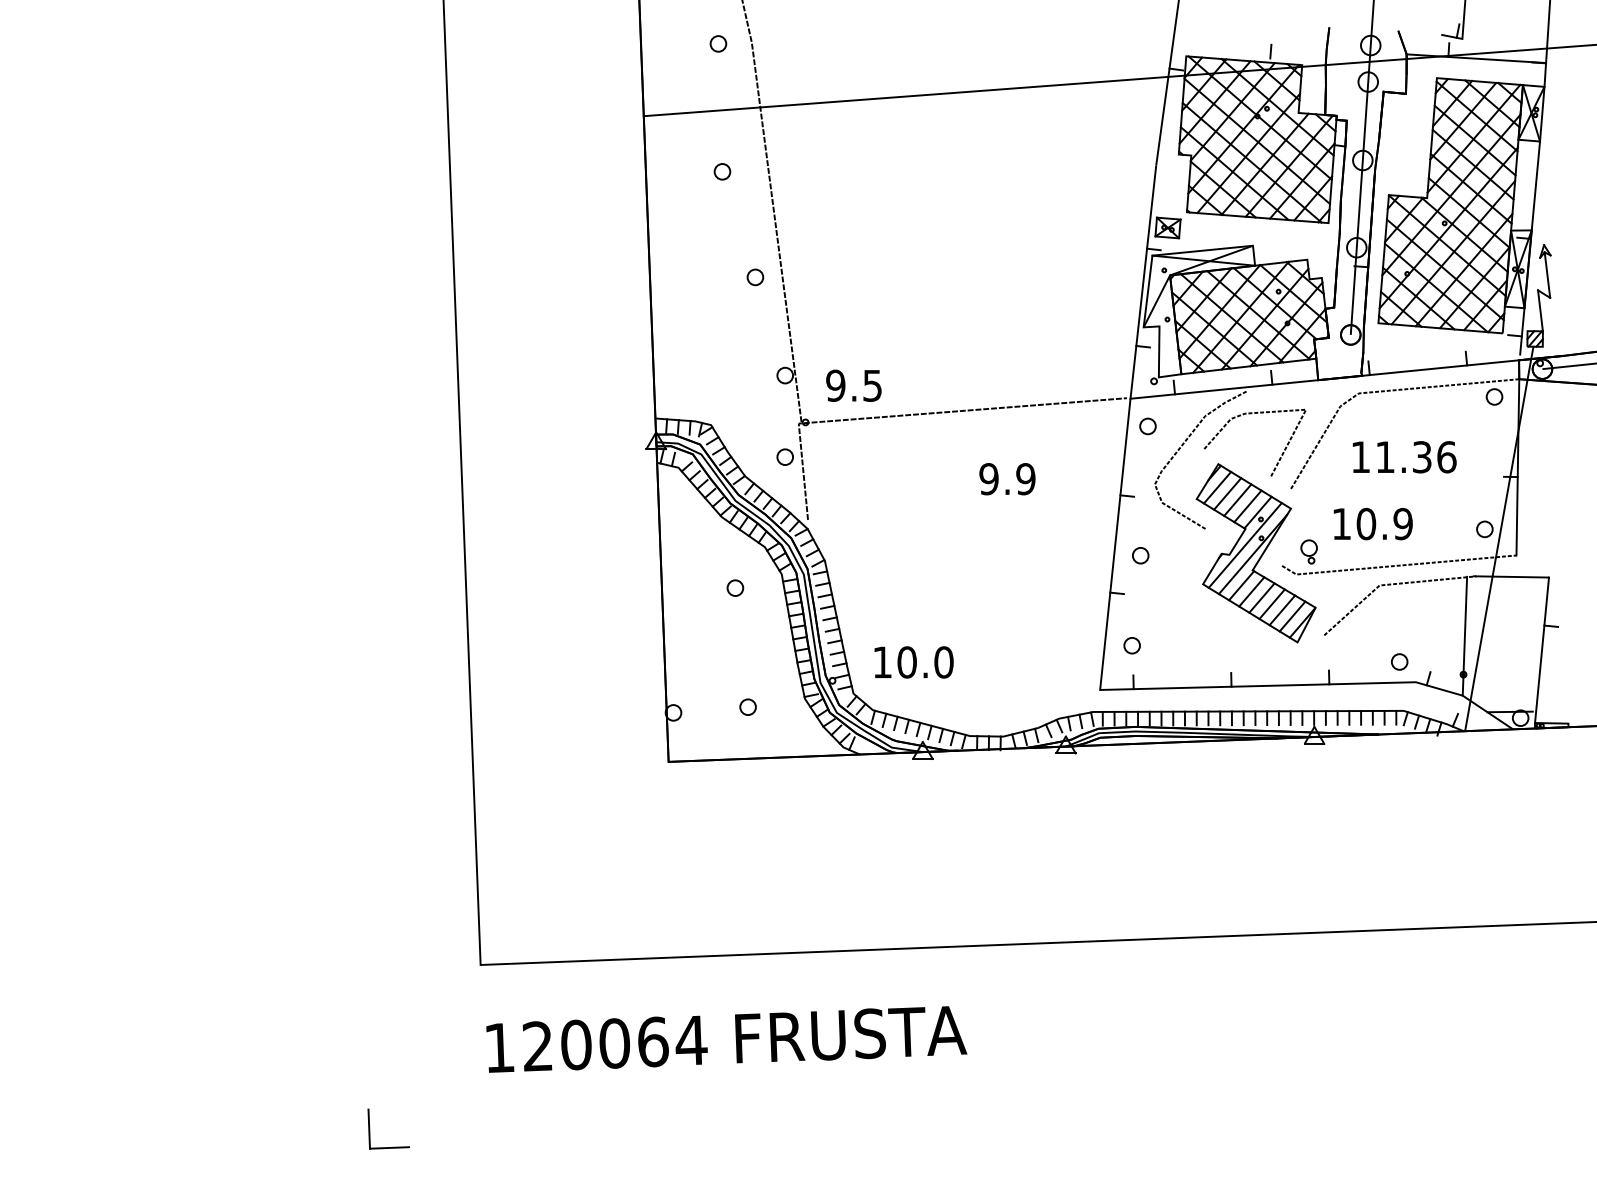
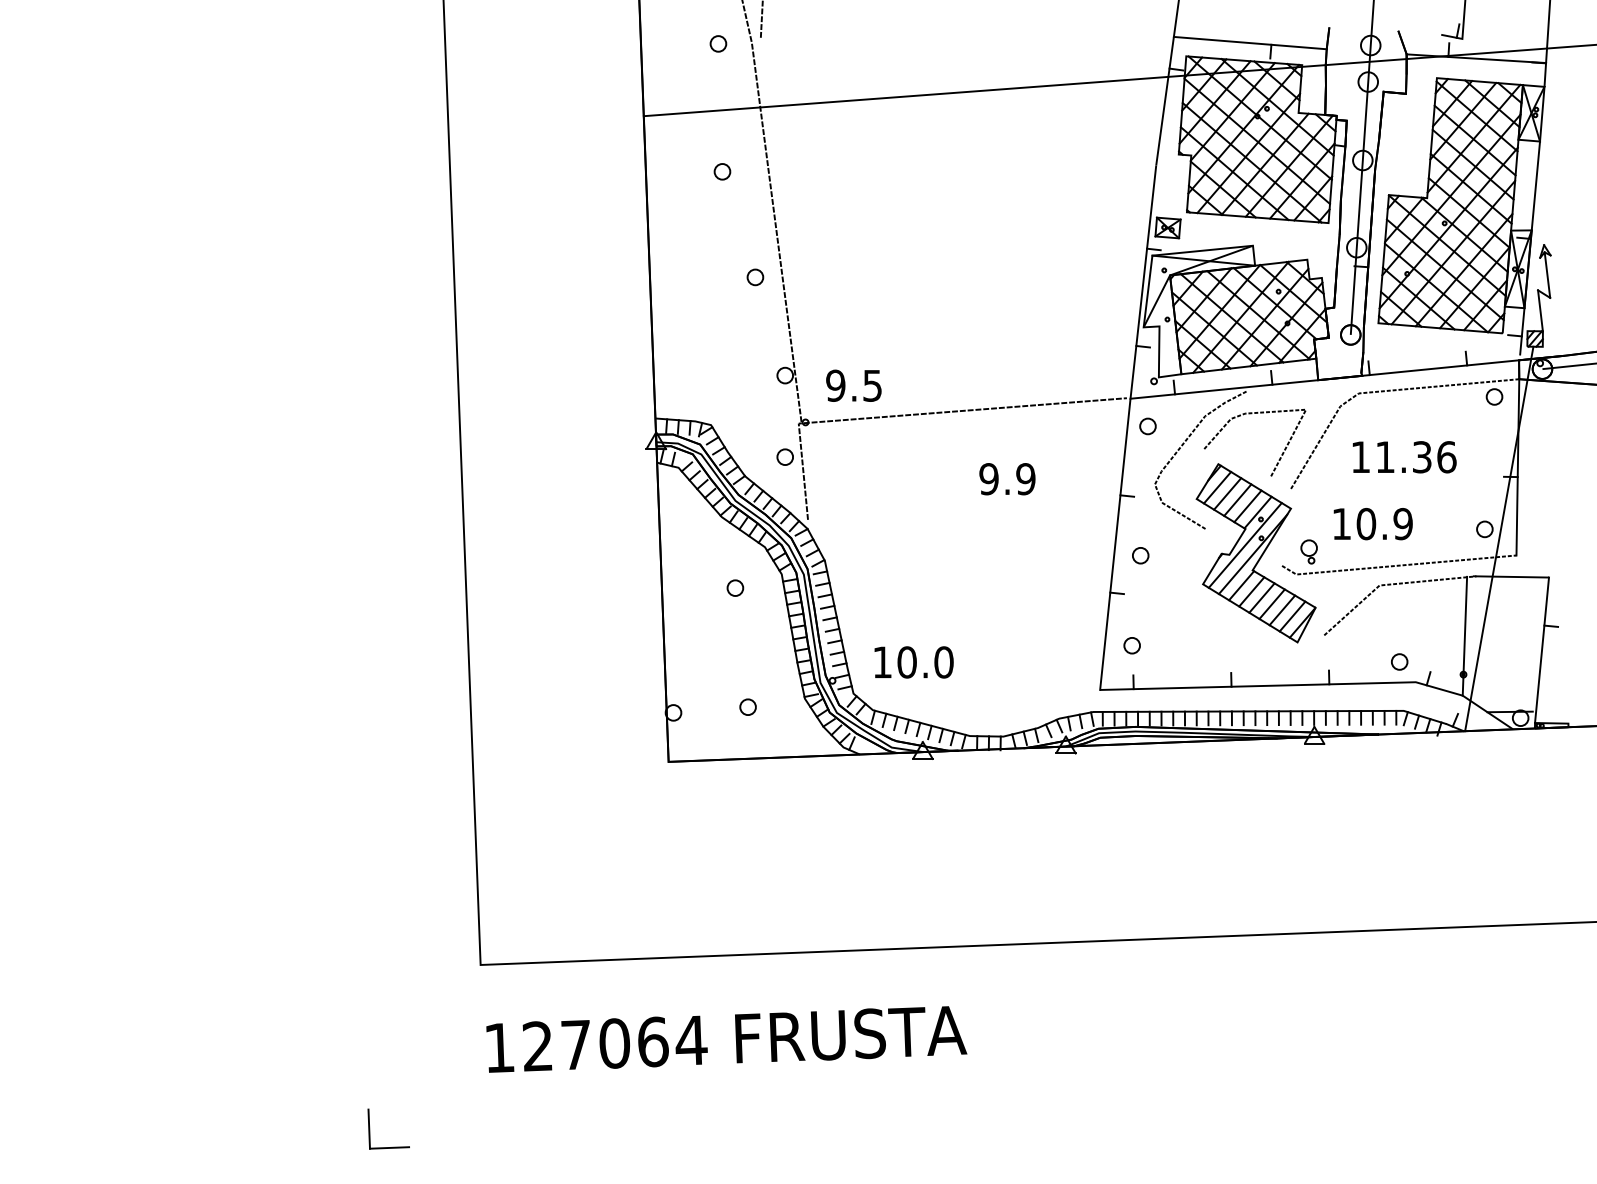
line at (761, 19): none -> present
line at (1249, 42): none -> present
text at (576, 1044): 120064 -> 127064
